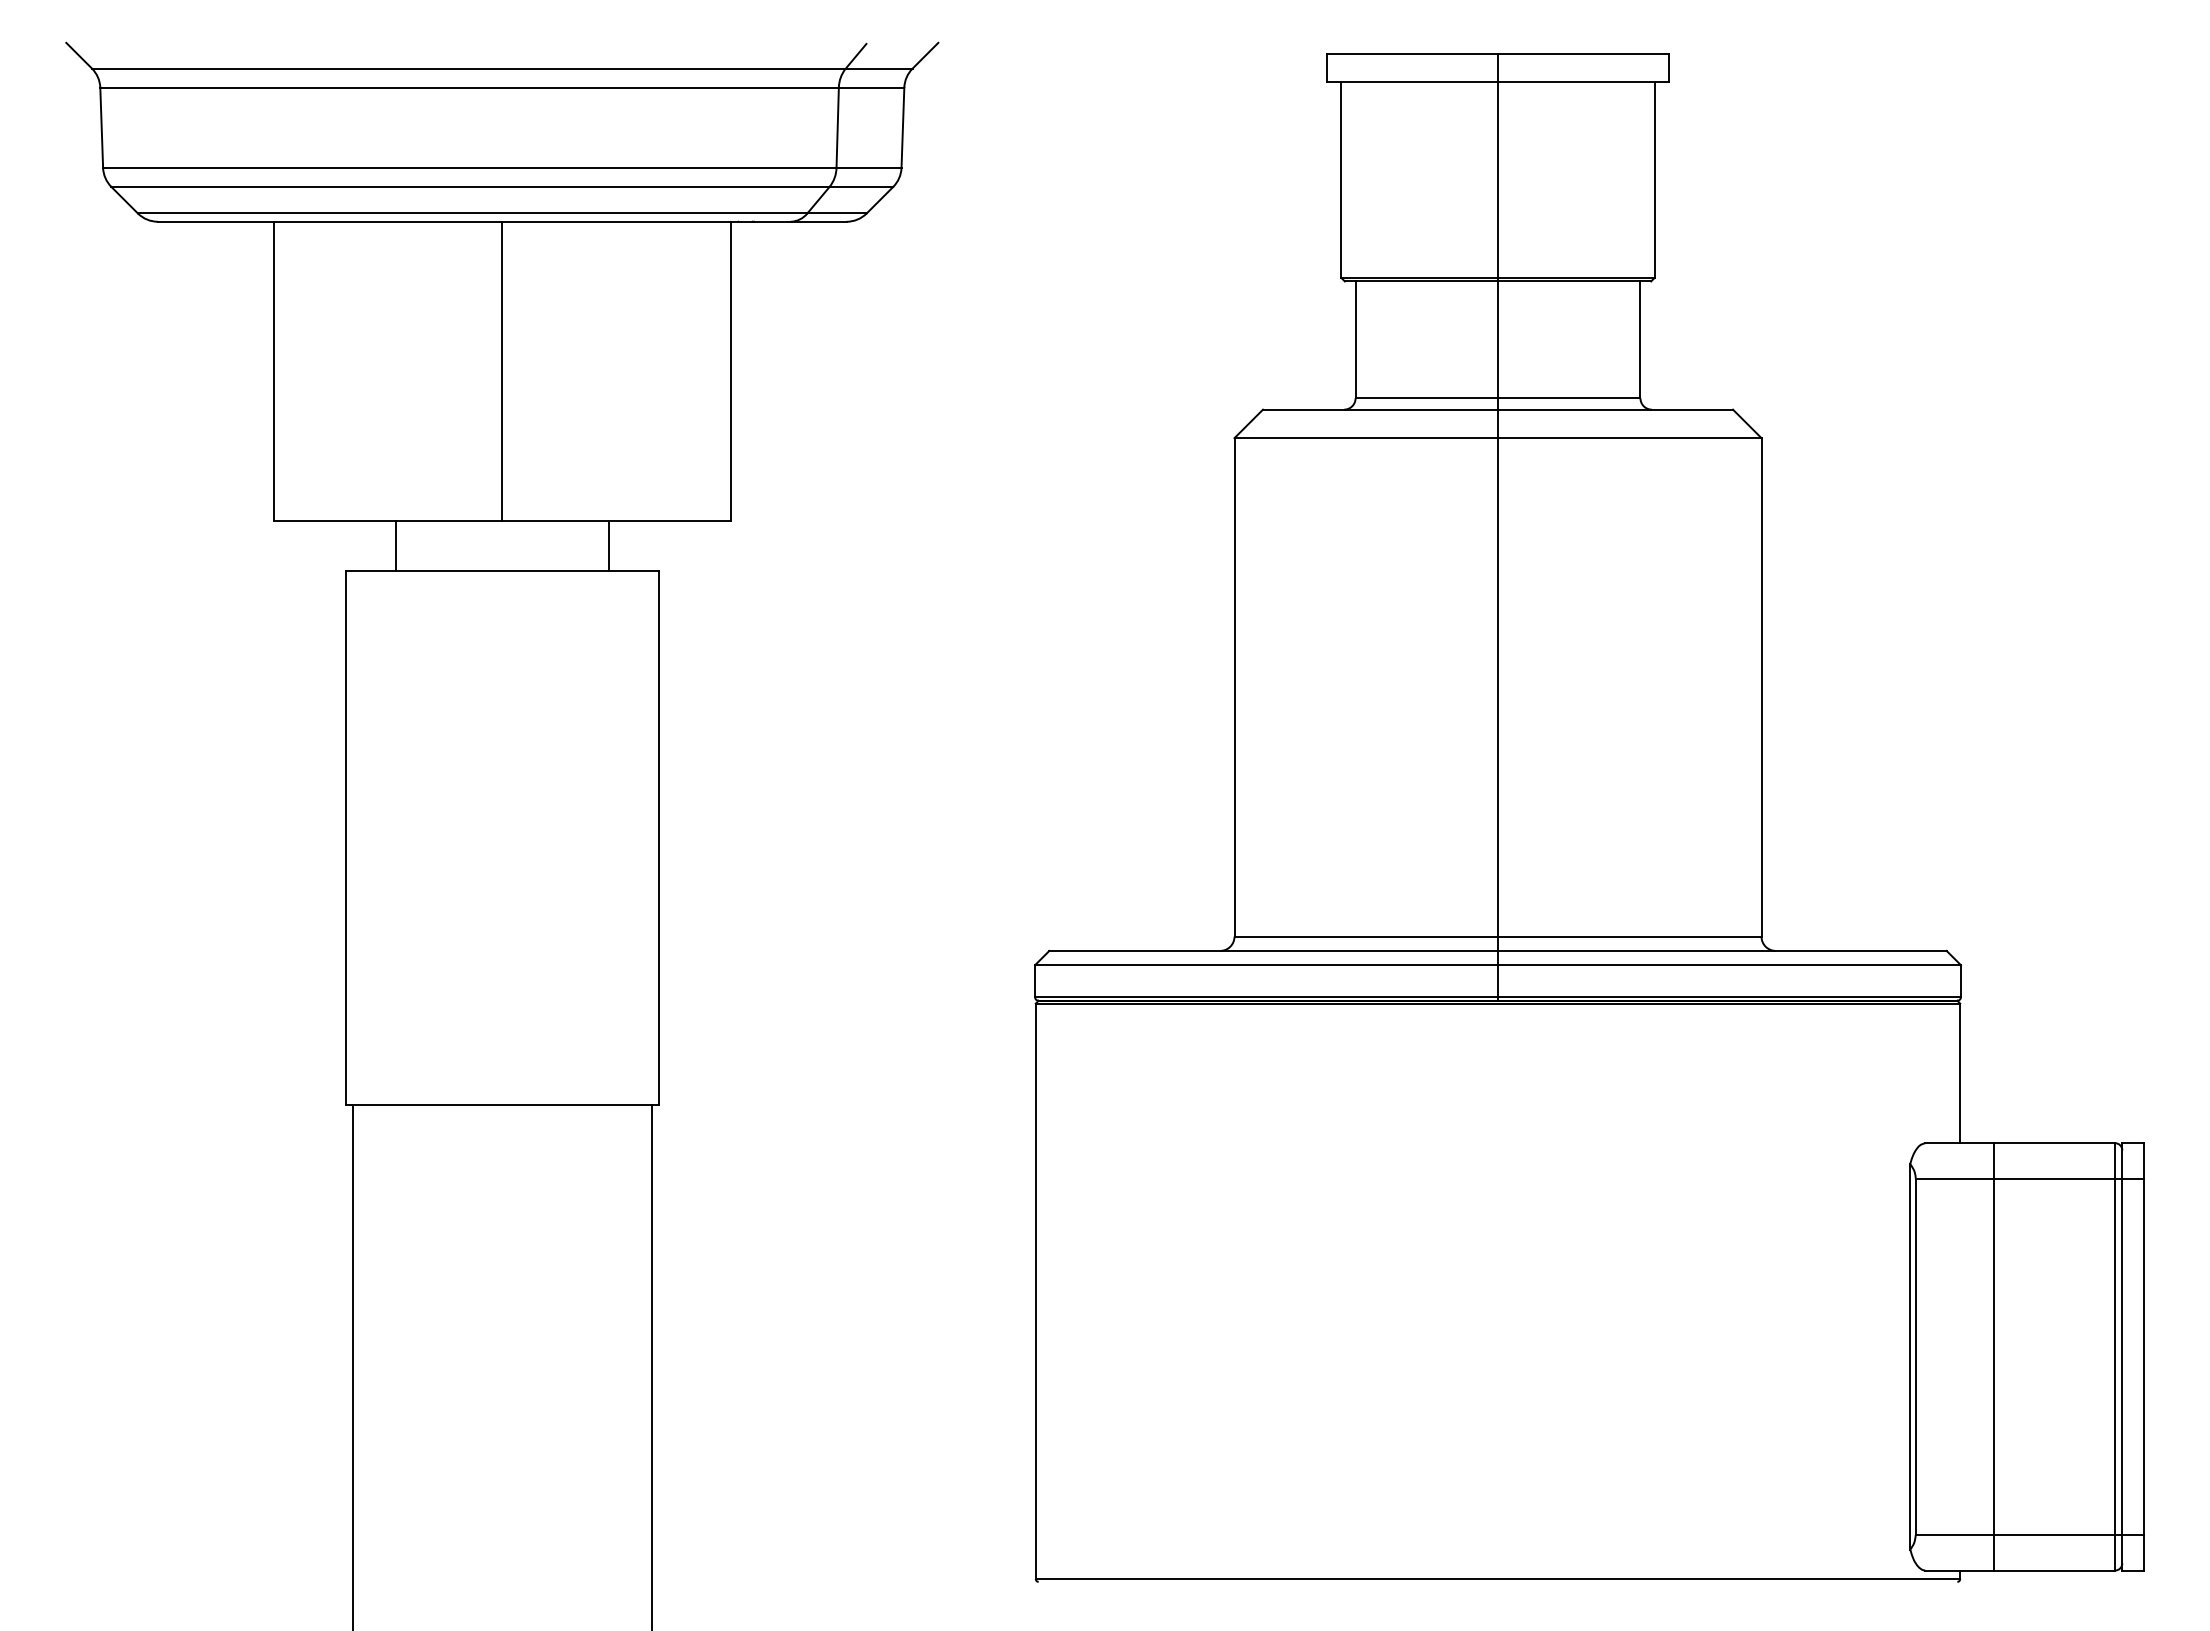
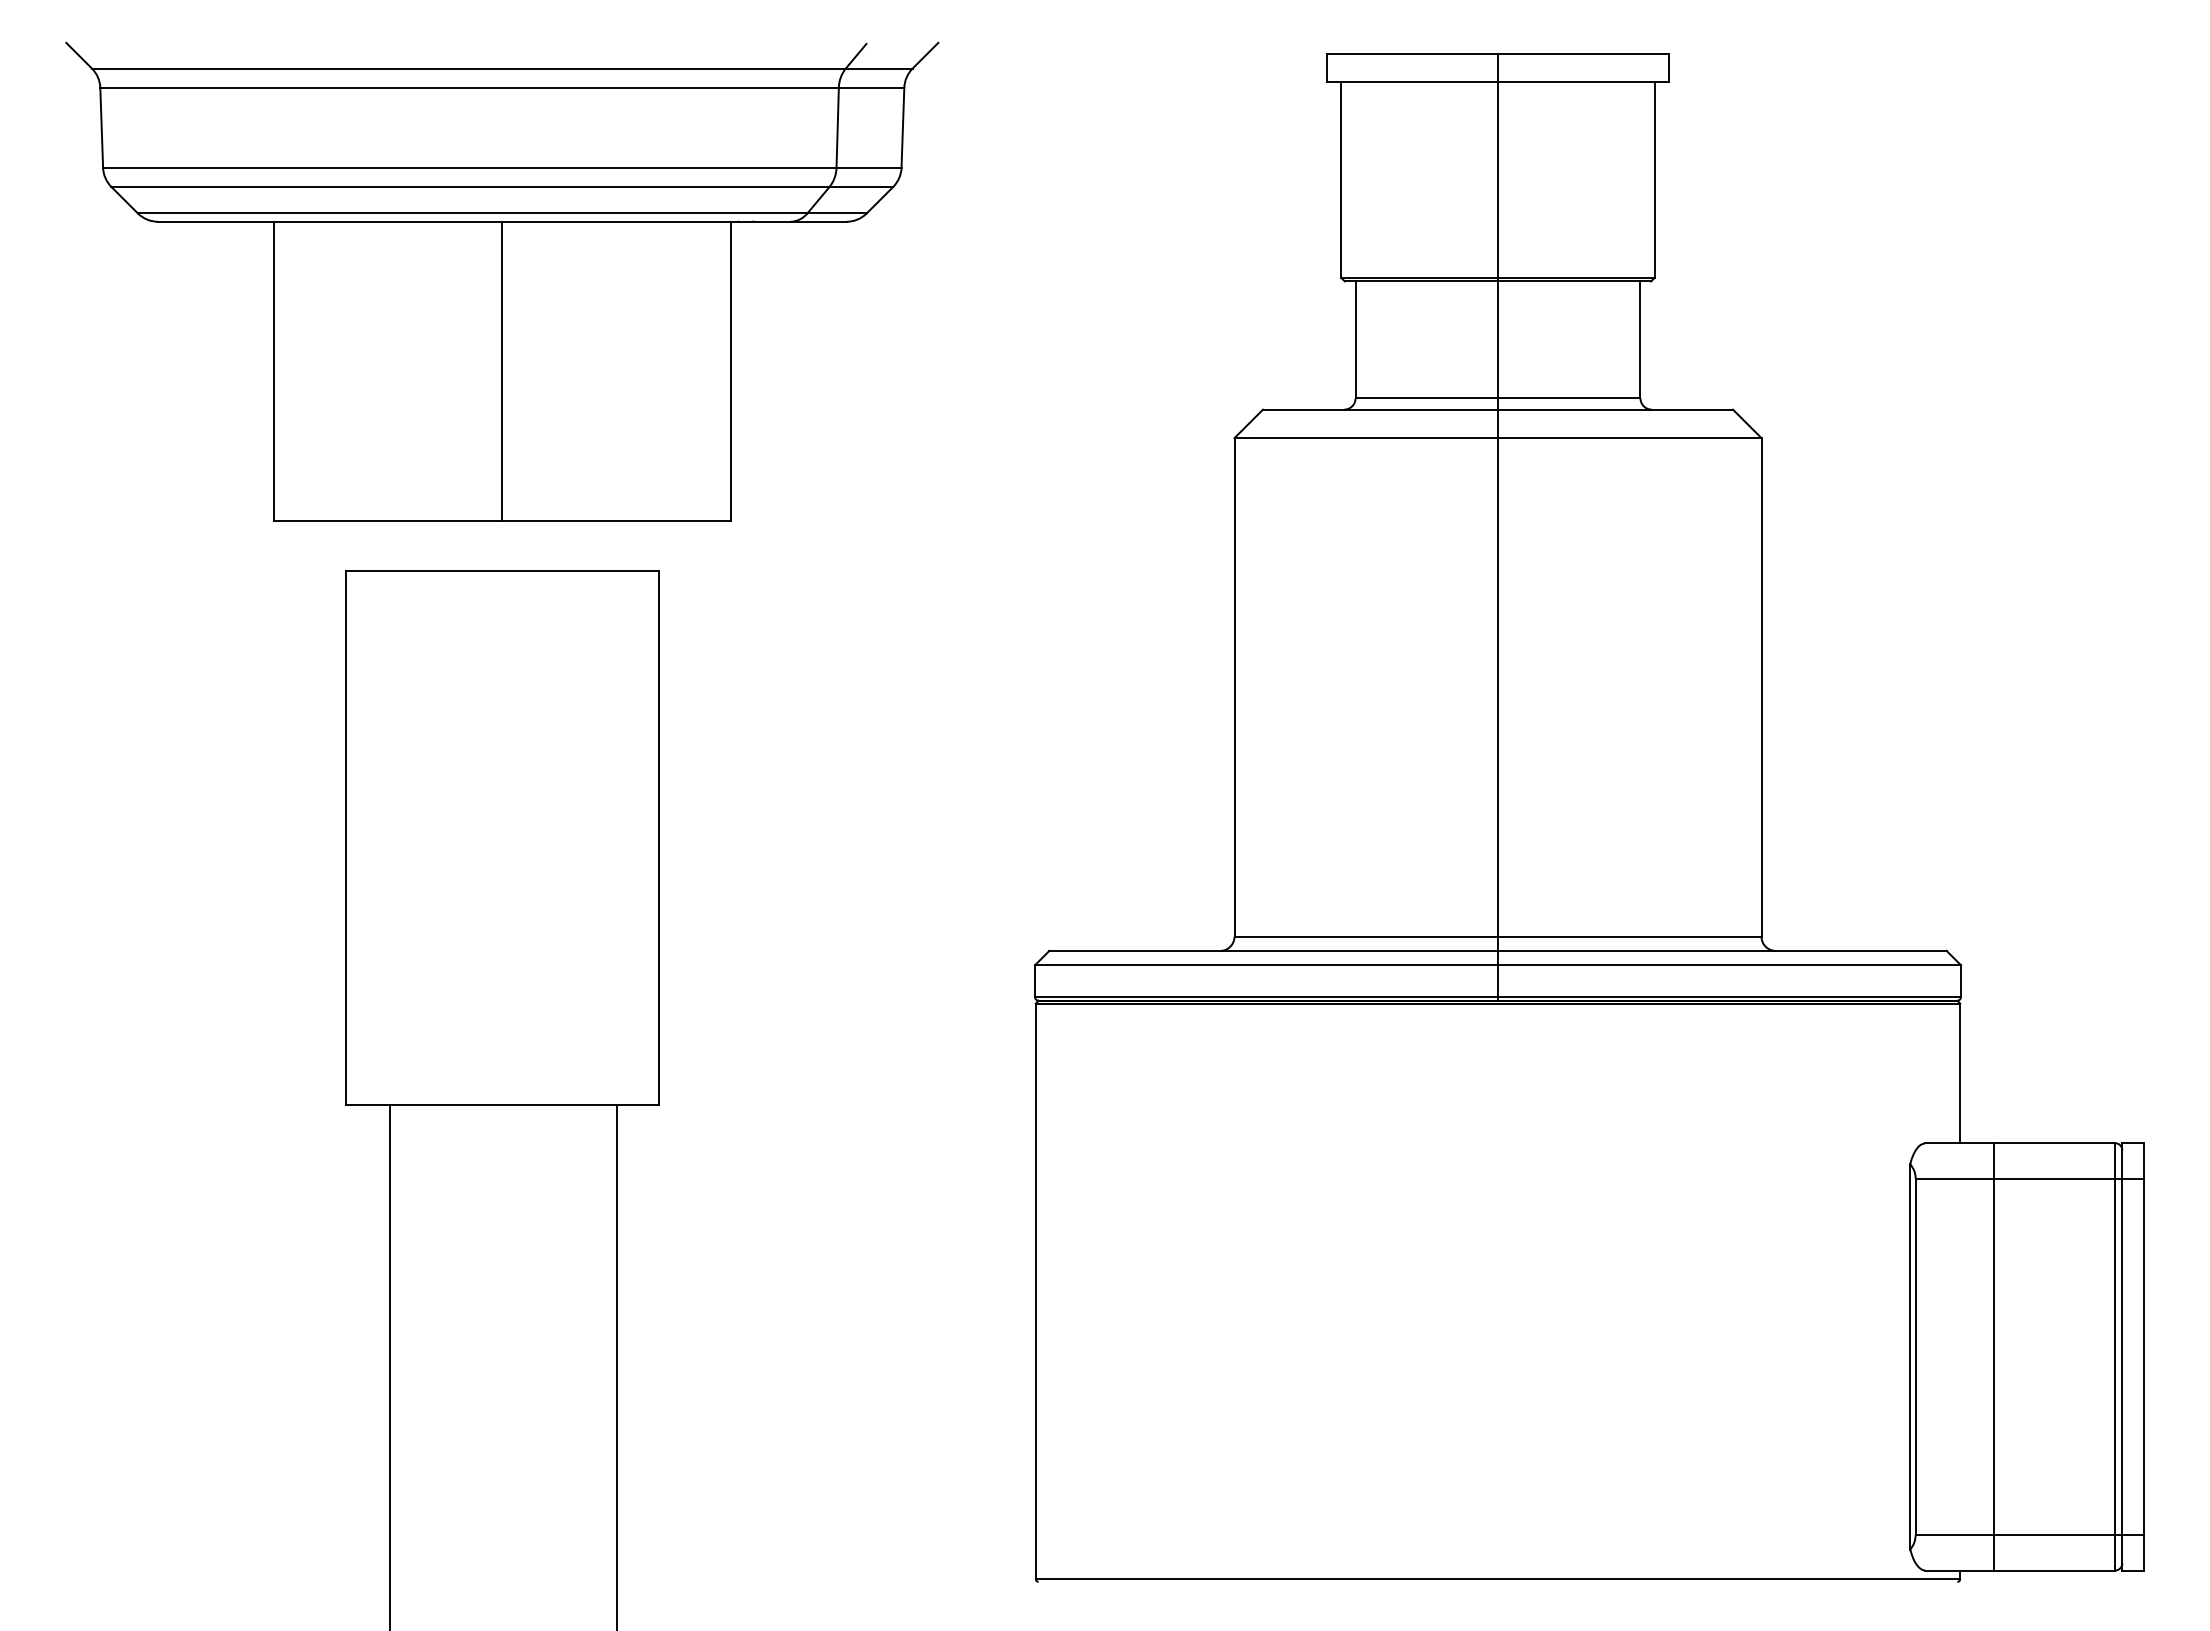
line at (395, 545): present -> none
line at (609, 545): present -> none
line at (352, 1365) position: (352, 1365) -> (389, 1365)
line at (651, 1365) position: (651, 1365) -> (616, 1365)
